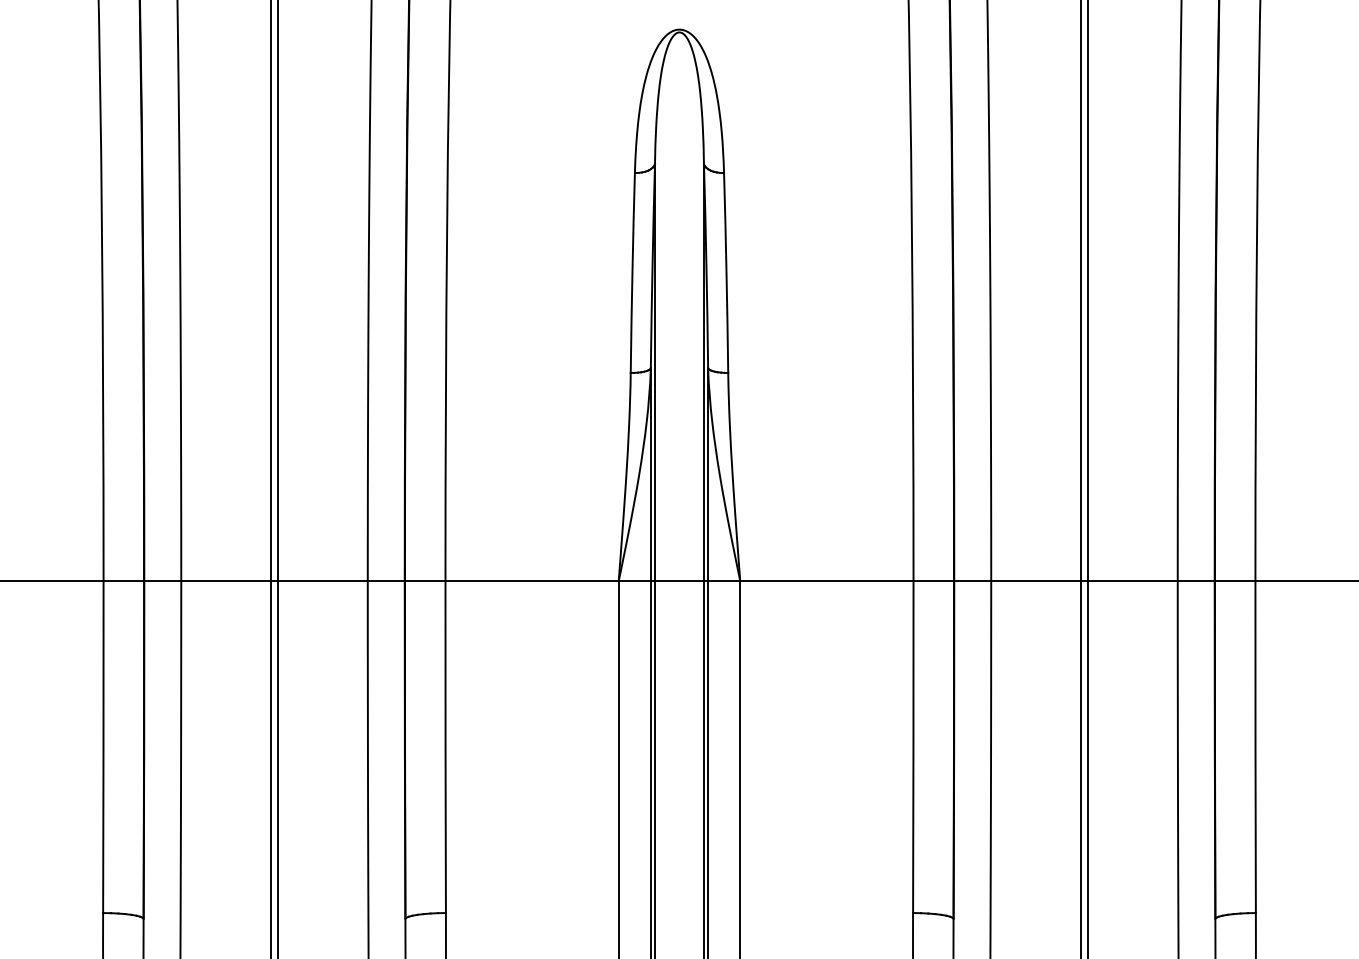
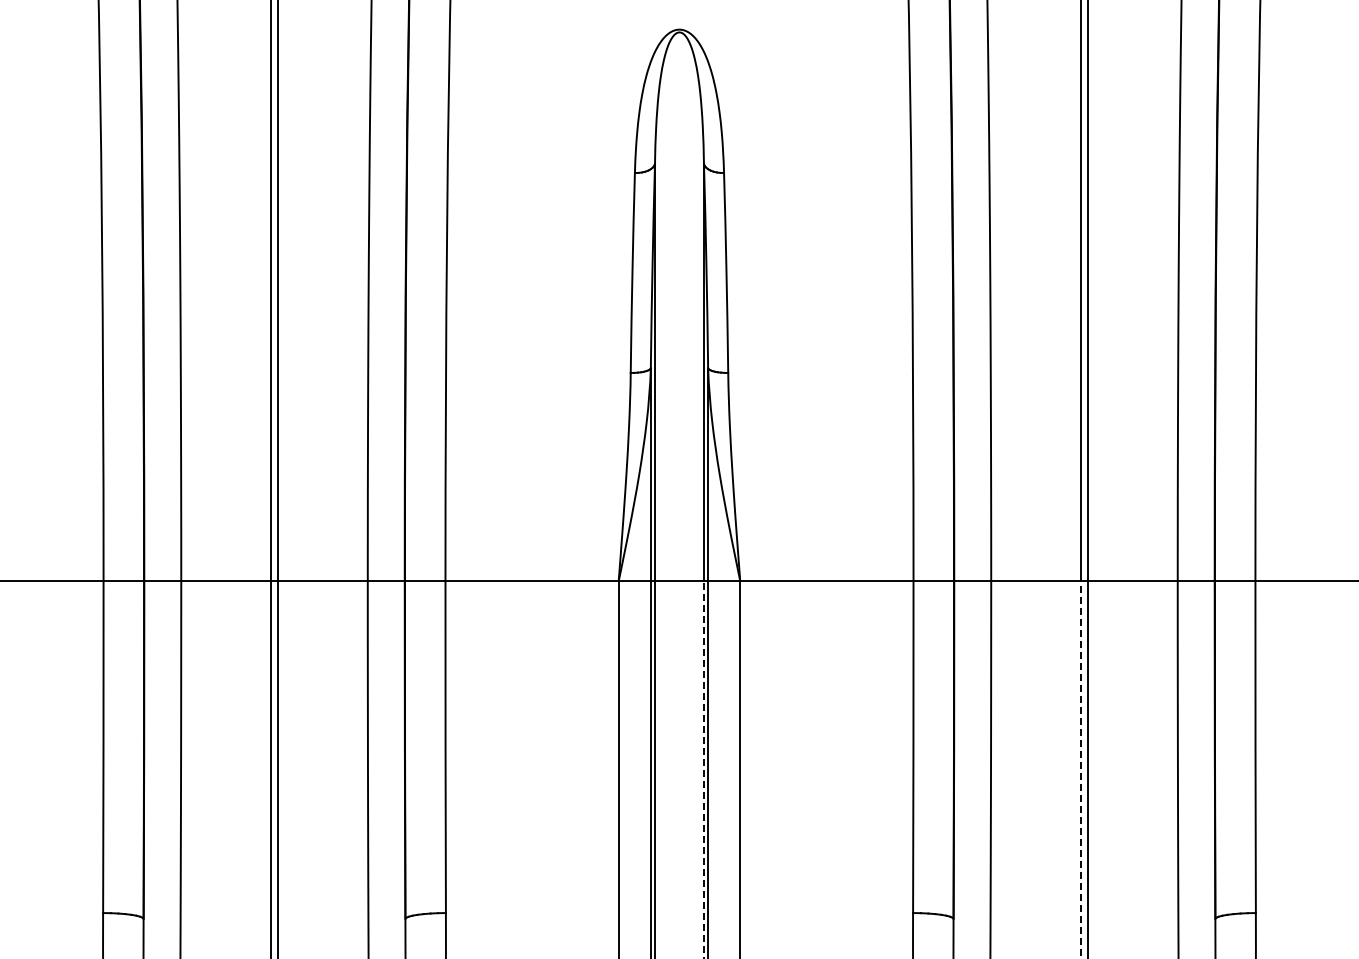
line at (703, 769): solid -> dashed
line at (1080, 769): solid -> dashed
